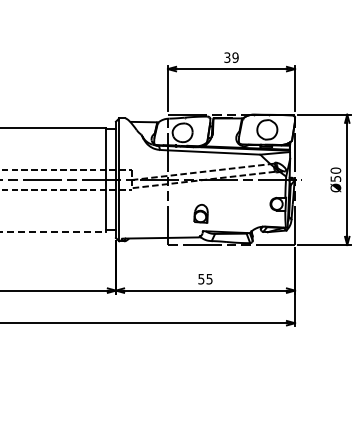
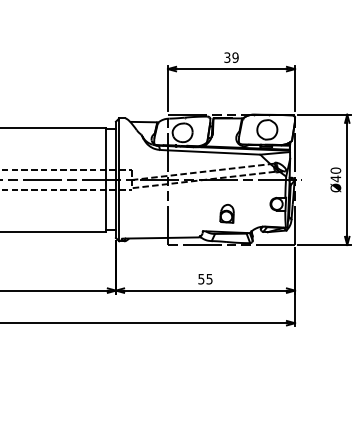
text at (335, 178): Ø50 -> Ø40
part at (200, 213) position: (200, 213) -> (226, 213)
line at (53, 231): dashed -> solid
